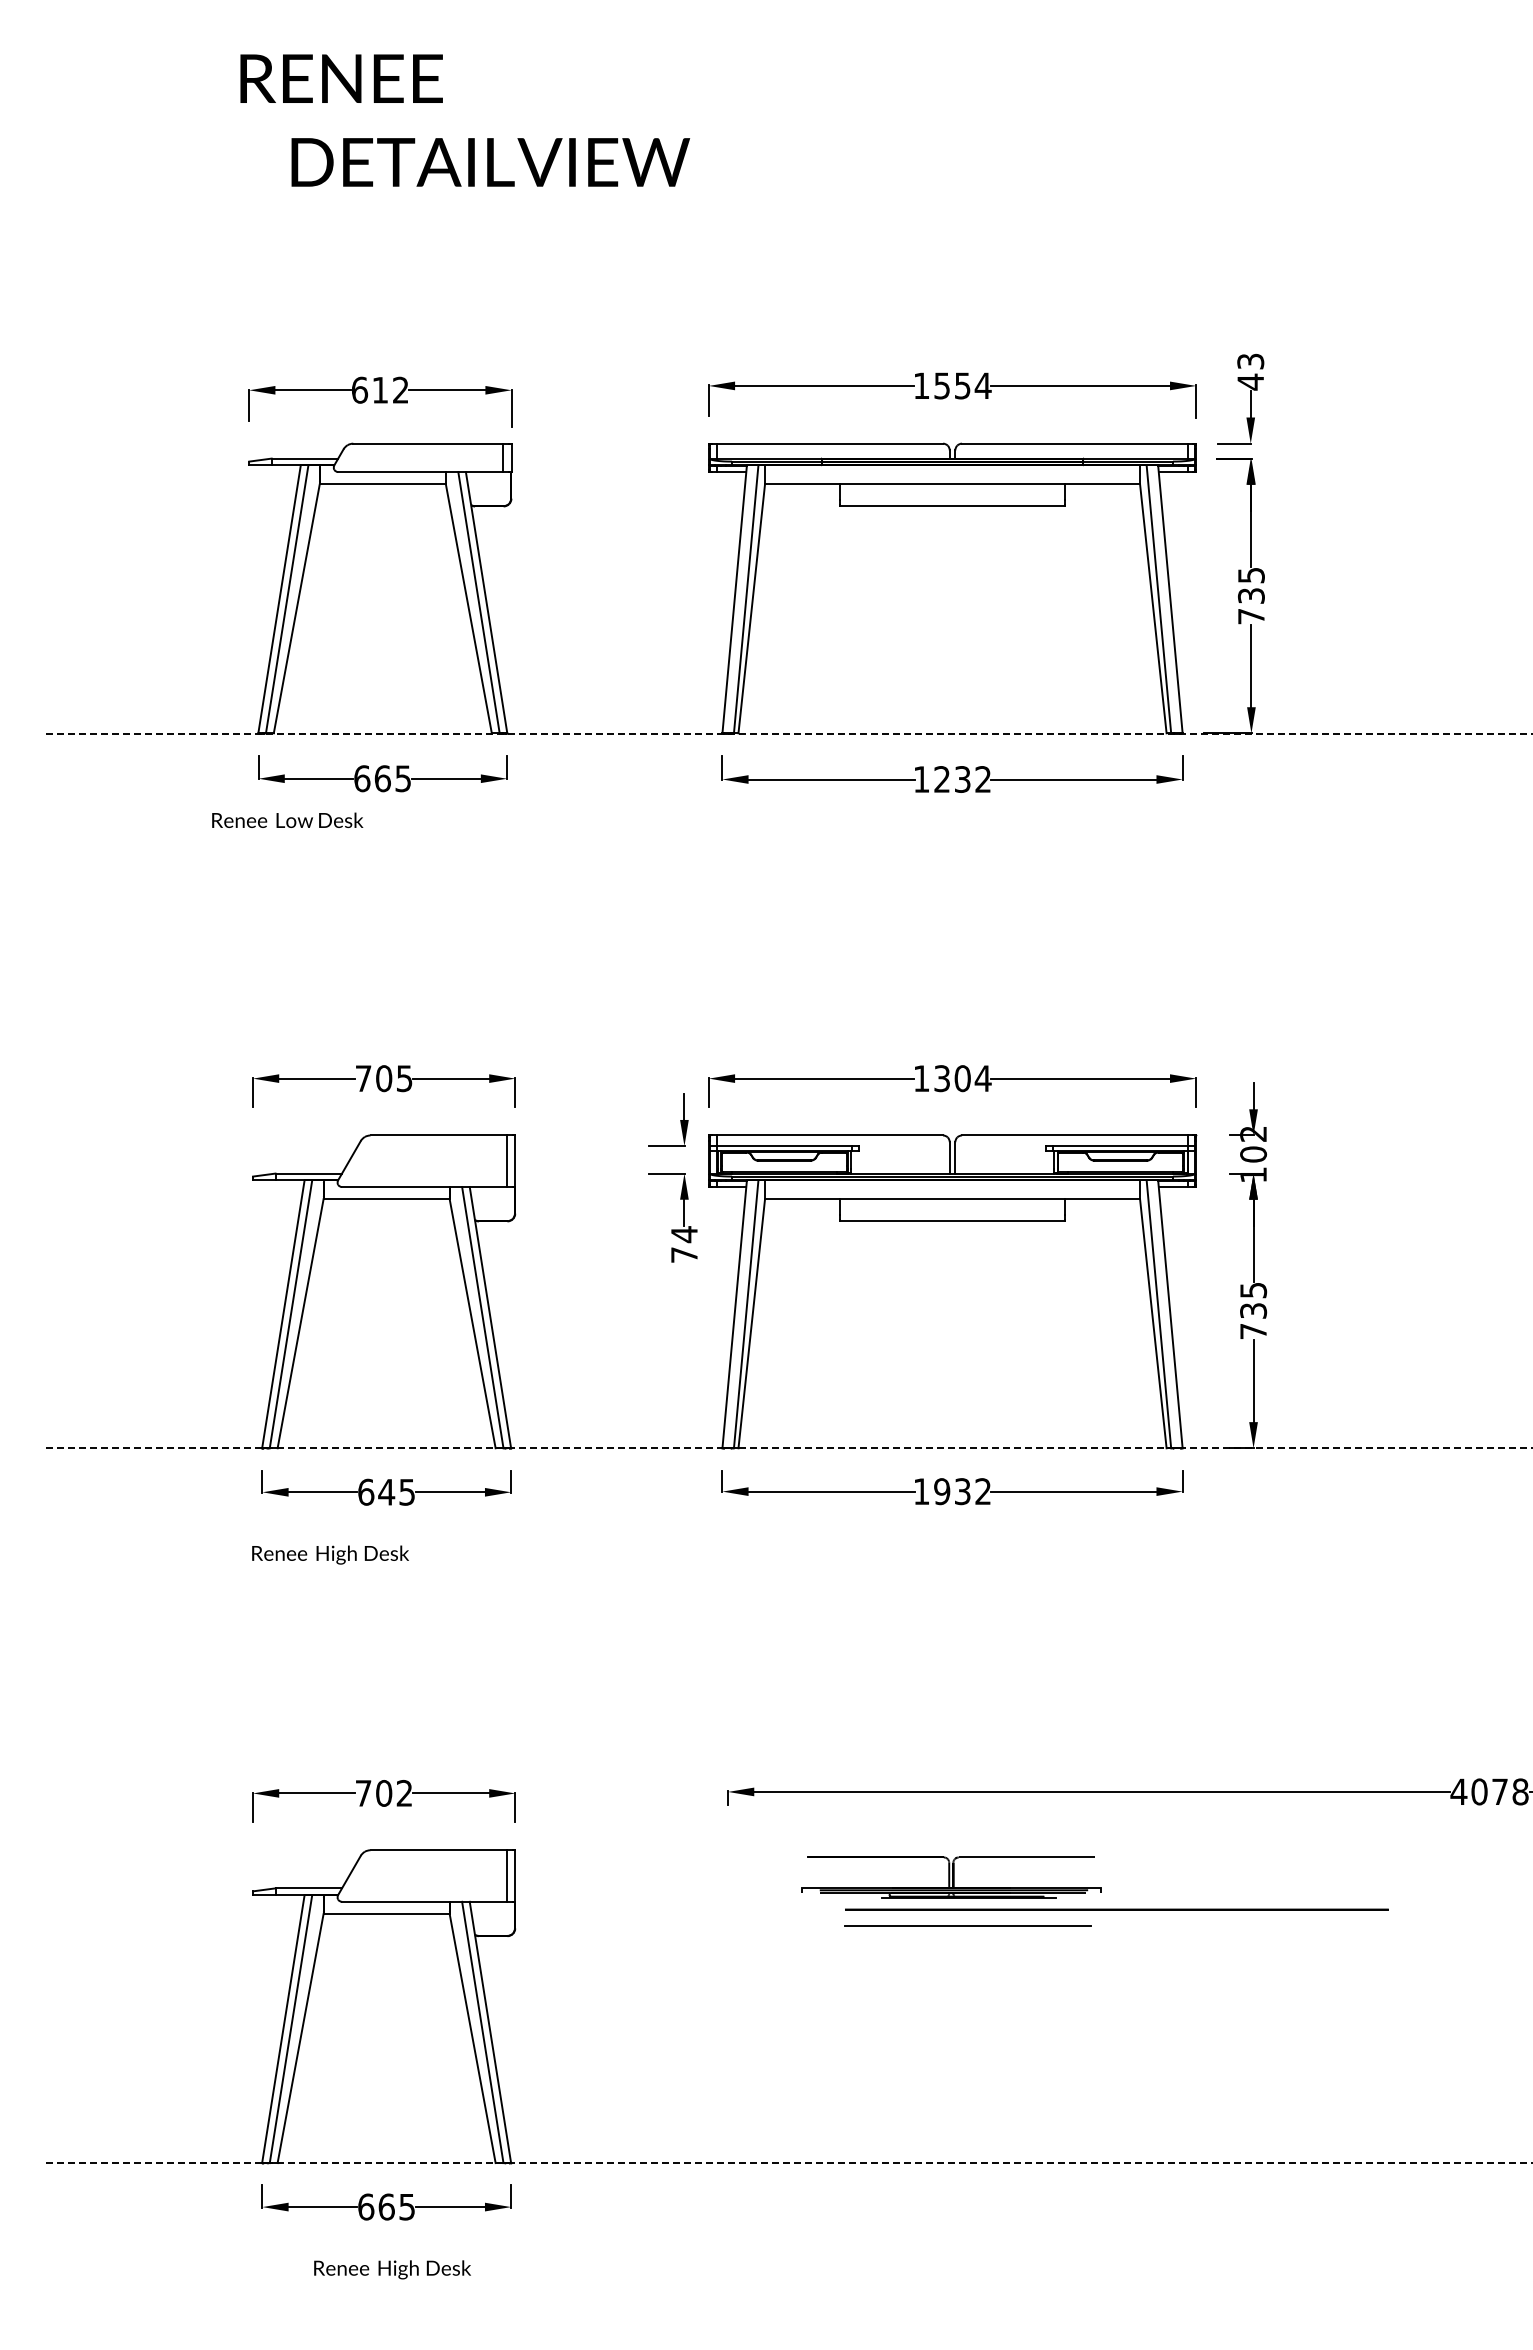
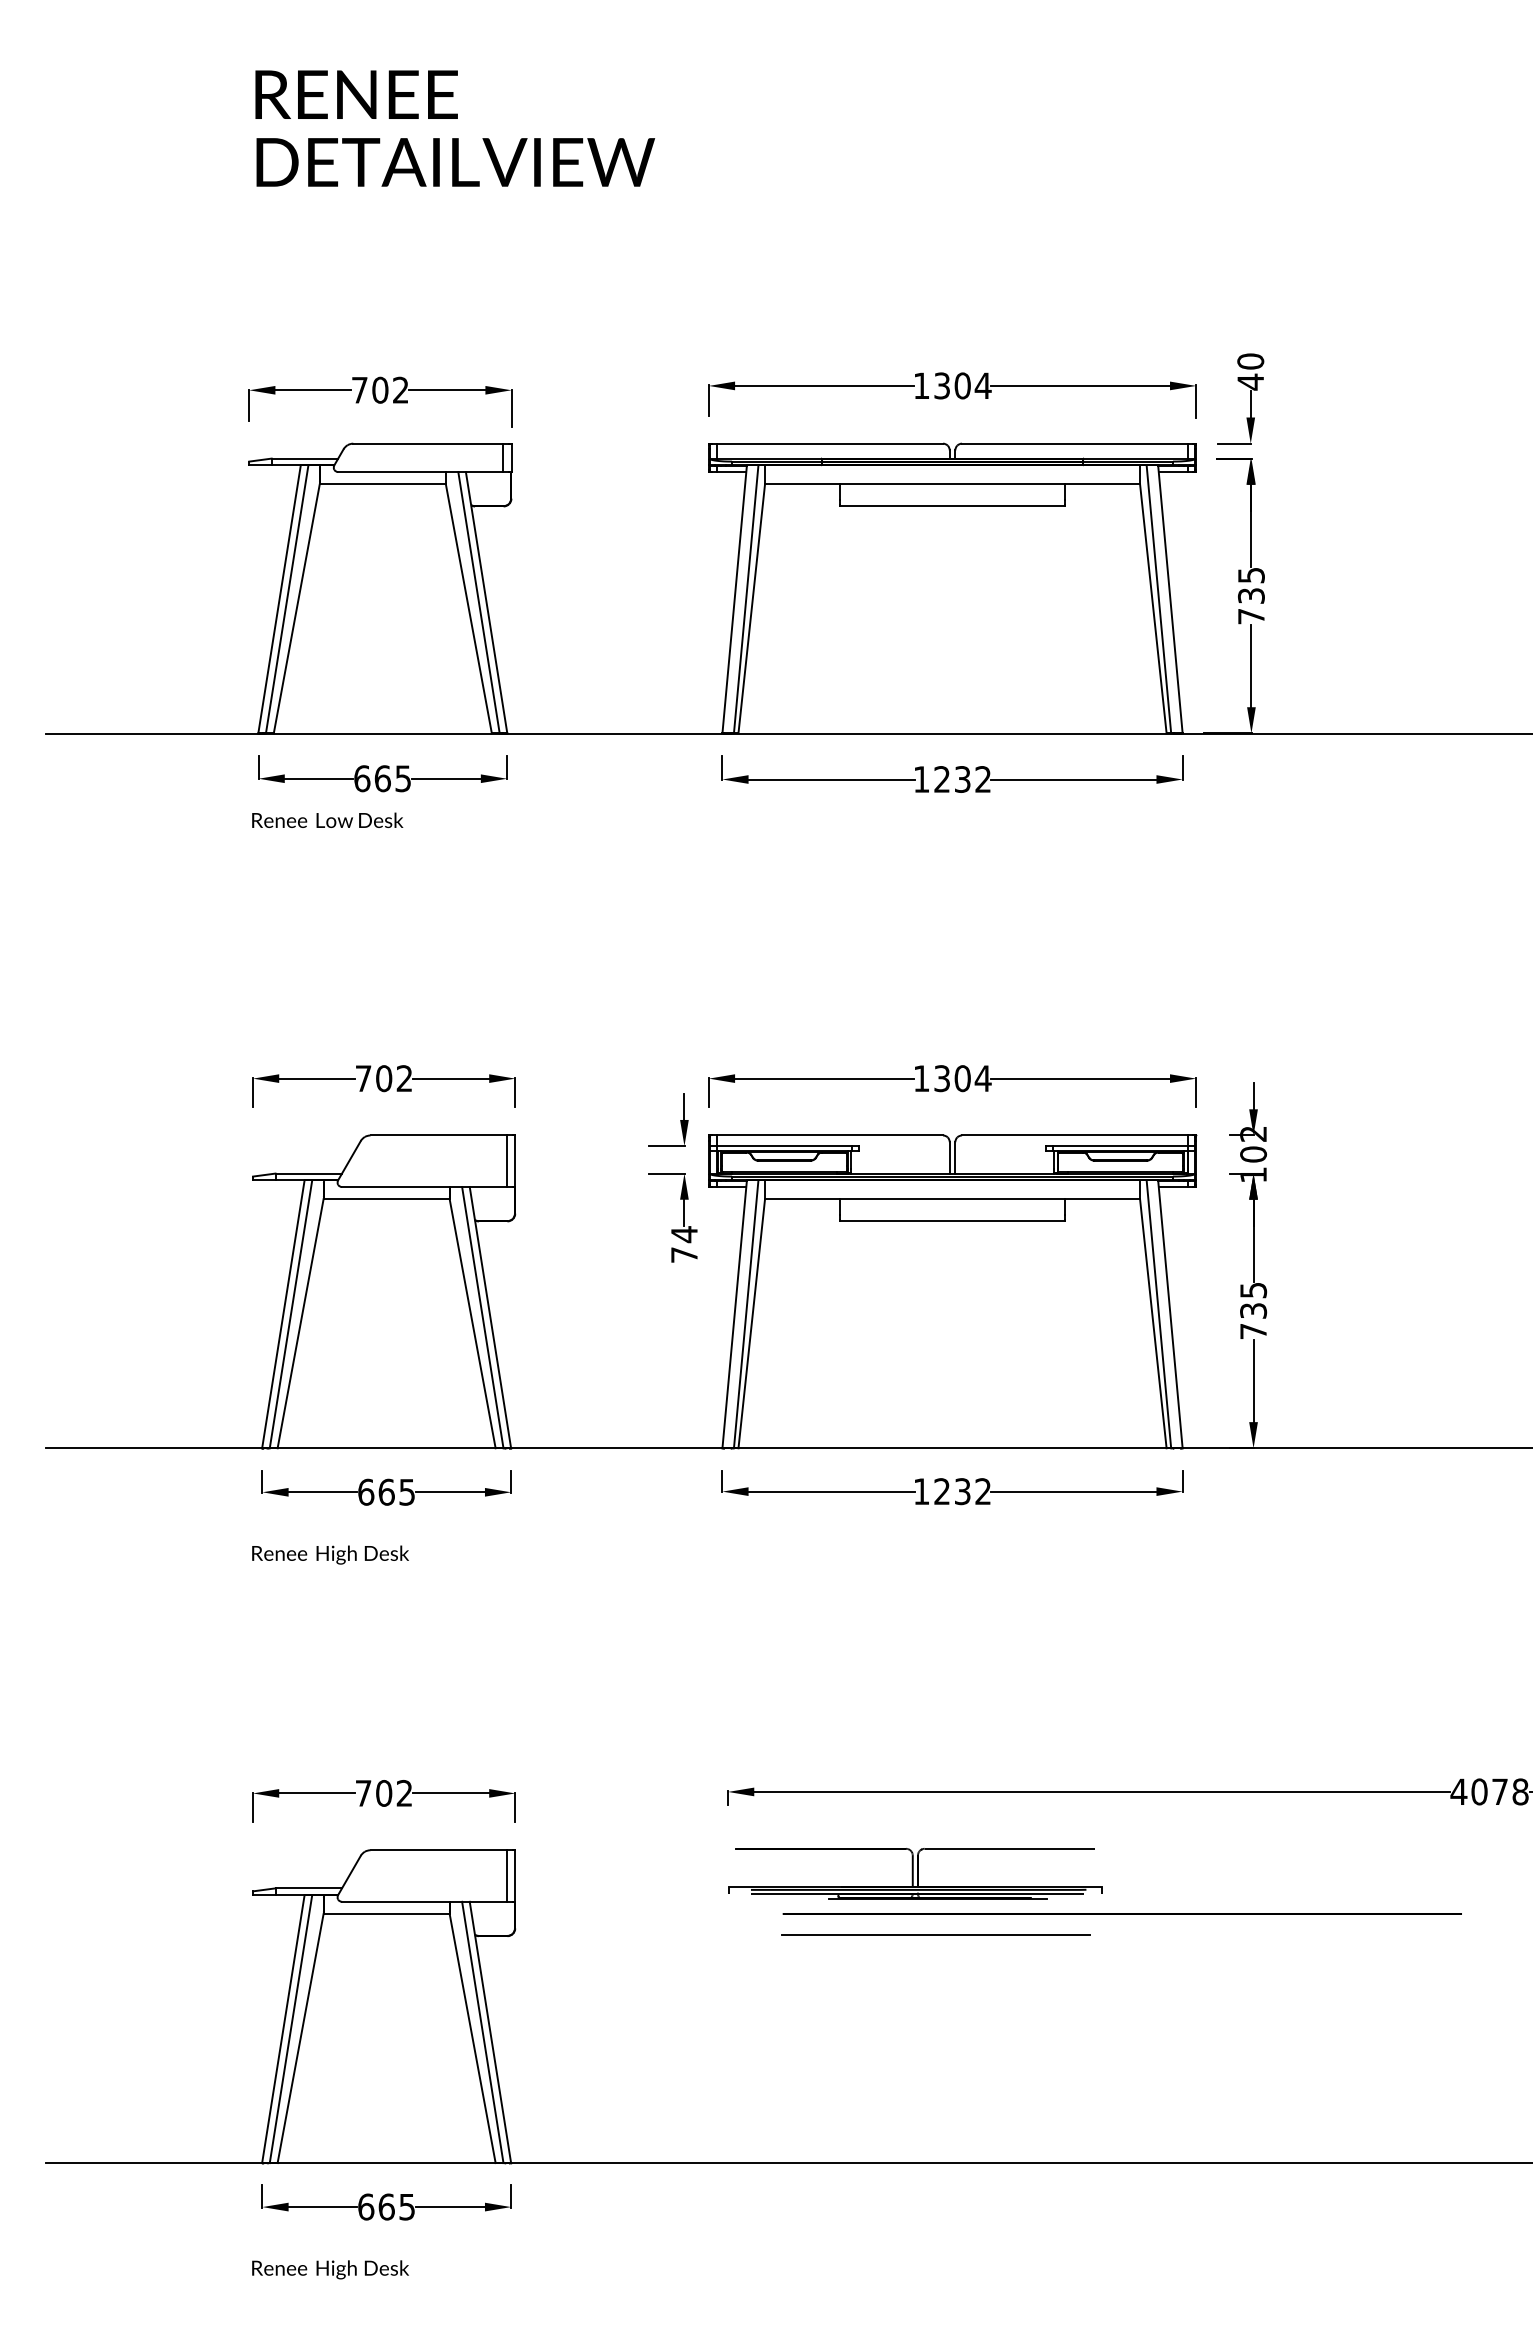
text at (341, 78) position: (341, 78) -> (356, 94)
text at (490, 162) position: (490, 162) -> (455, 162)
text at (1250, 361): 43 -> 40
text at (952, 385): 1554 -> 1304
text at (370, 389): 612 -> 702
line at (789, 733): dashed -> solid
text at (287, 819) position: (287, 819) -> (327, 819)
text at (404, 1078): 705 -> 702
line at (789, 1448): dashed -> solid
text at (386, 1491): 645 -> 665
text at (942, 1491): 1932 -> 1232
part at (1094, 1891) size: 588x71 px -> 734x88 px
line at (789, 2163): dashed -> solid
text at (392, 2269) position: (392, 2269) -> (330, 2269)
